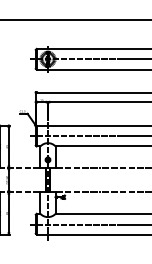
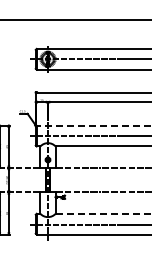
line at (93, 125): solid -> dashed
line at (103, 213): solid -> dashed
